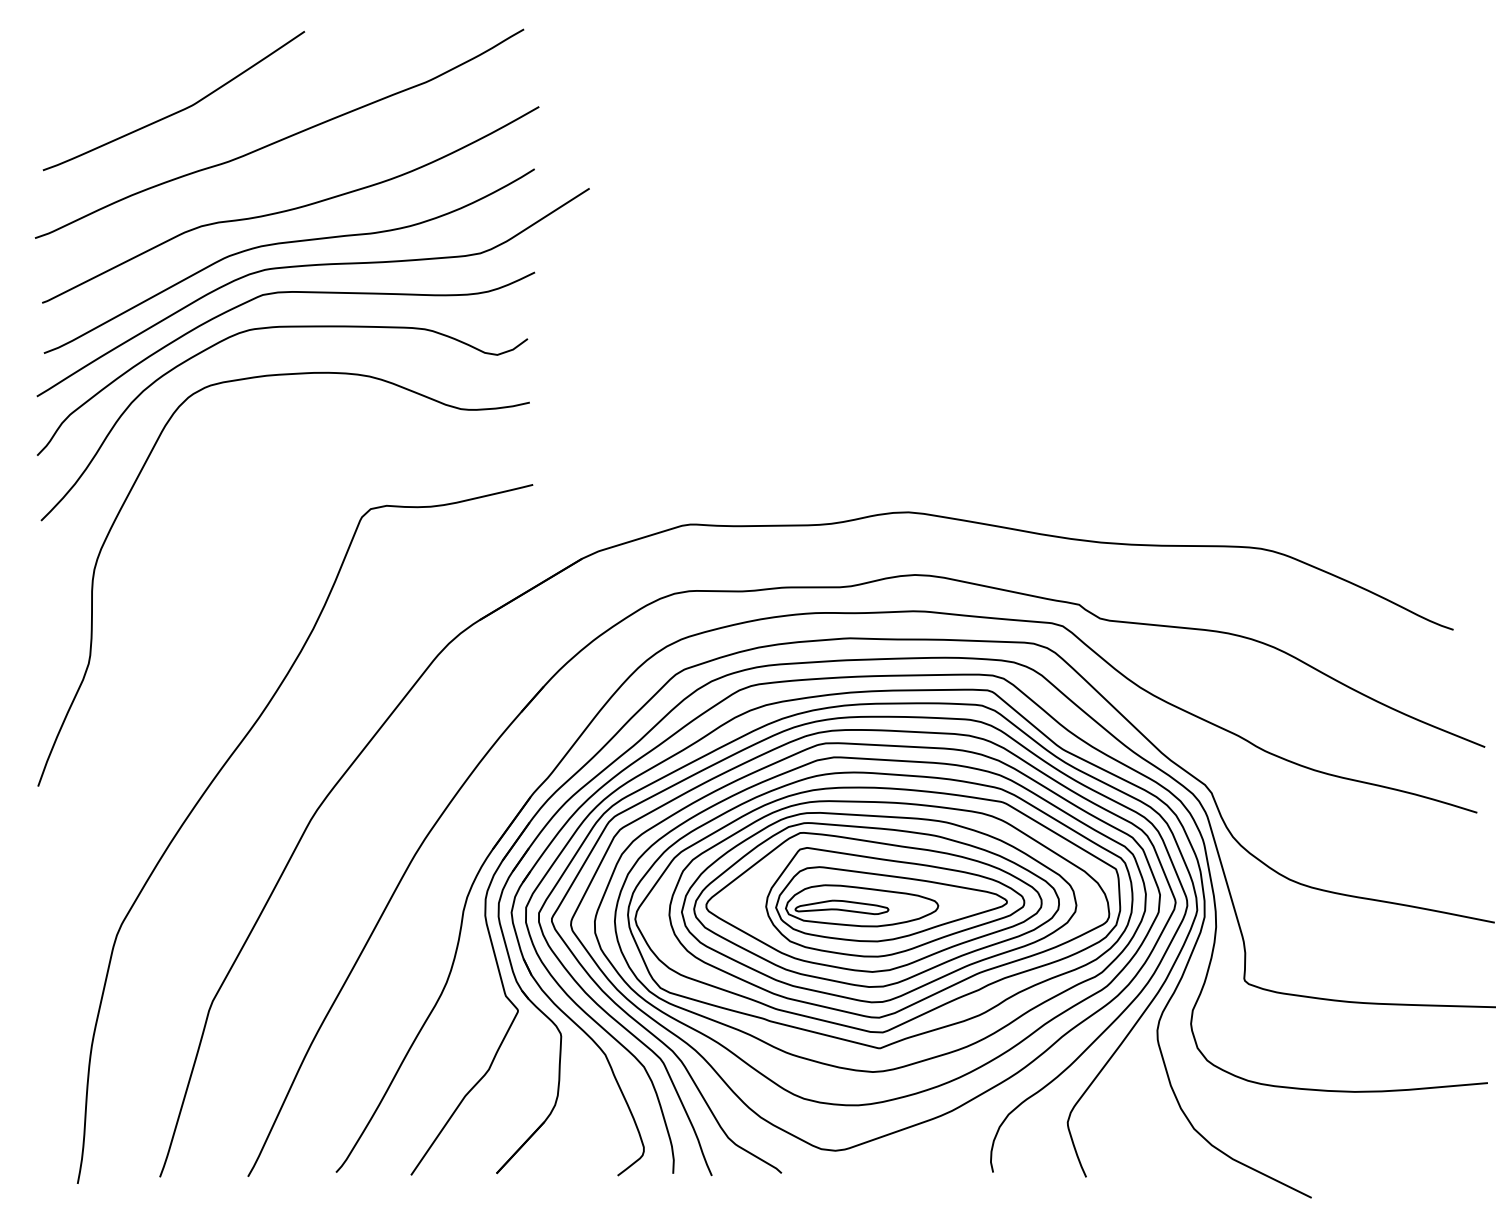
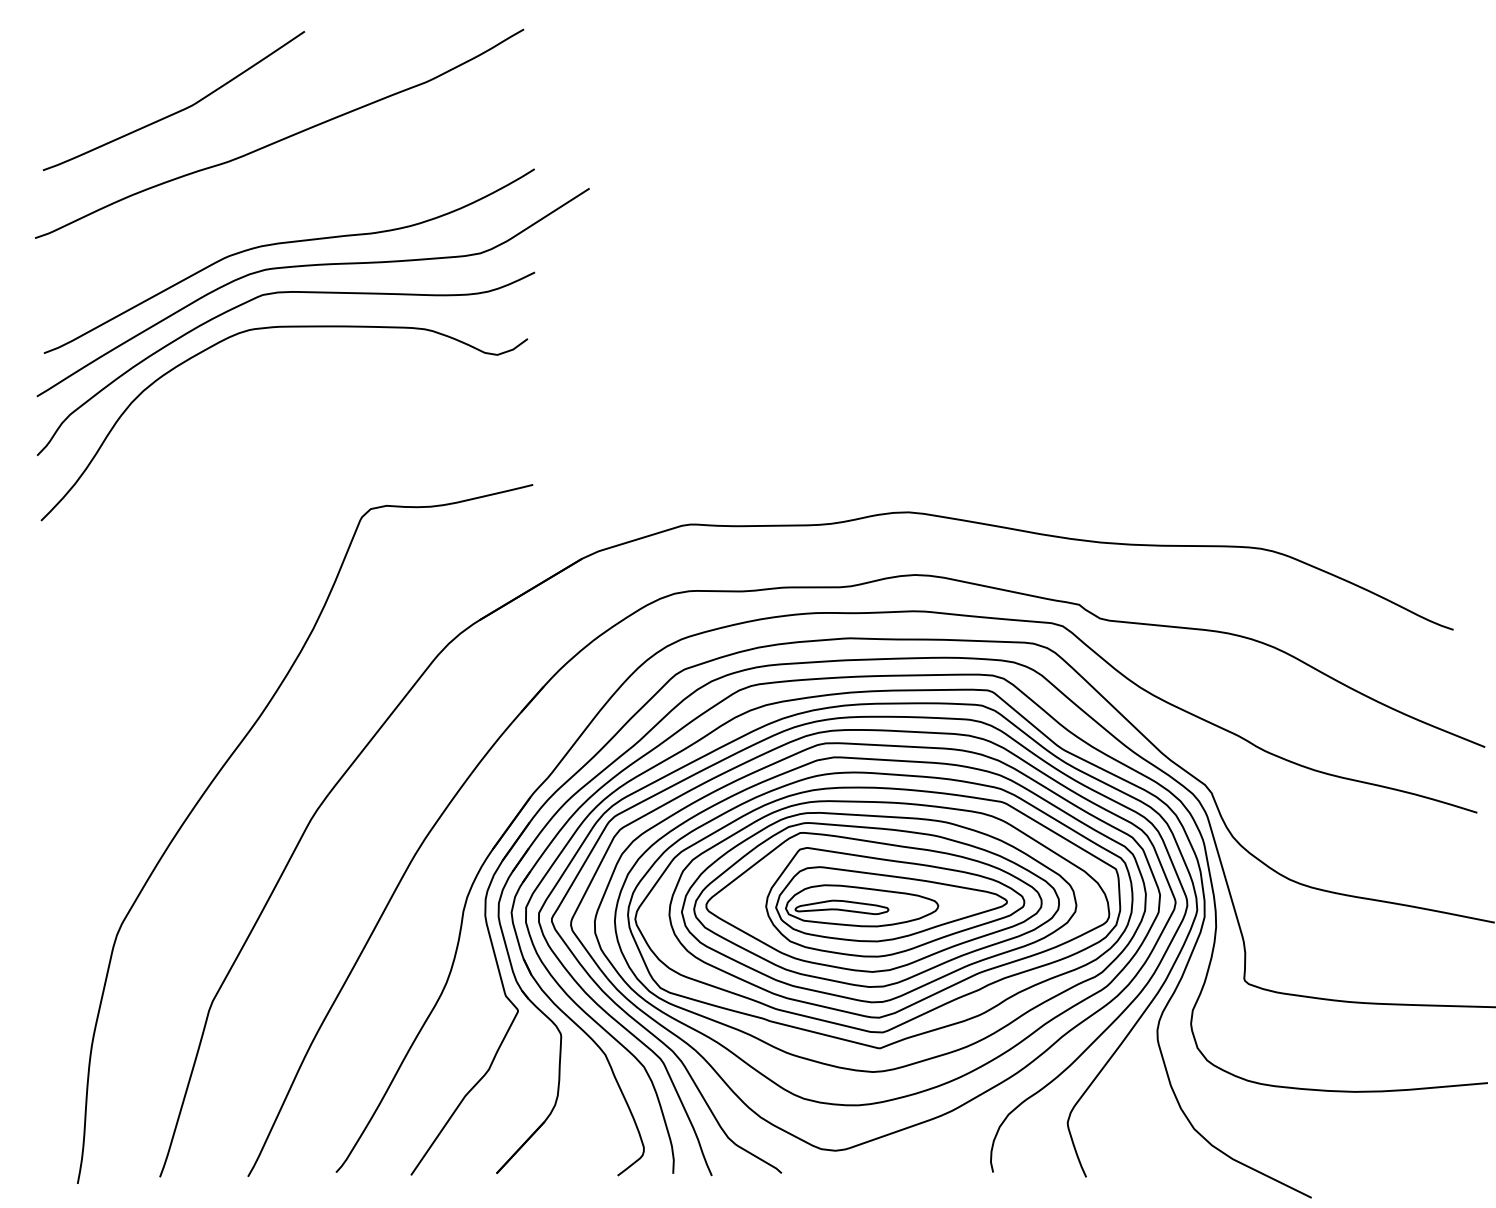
curve at (291, 208): present -> none
curve at (129, 495): present -> none
